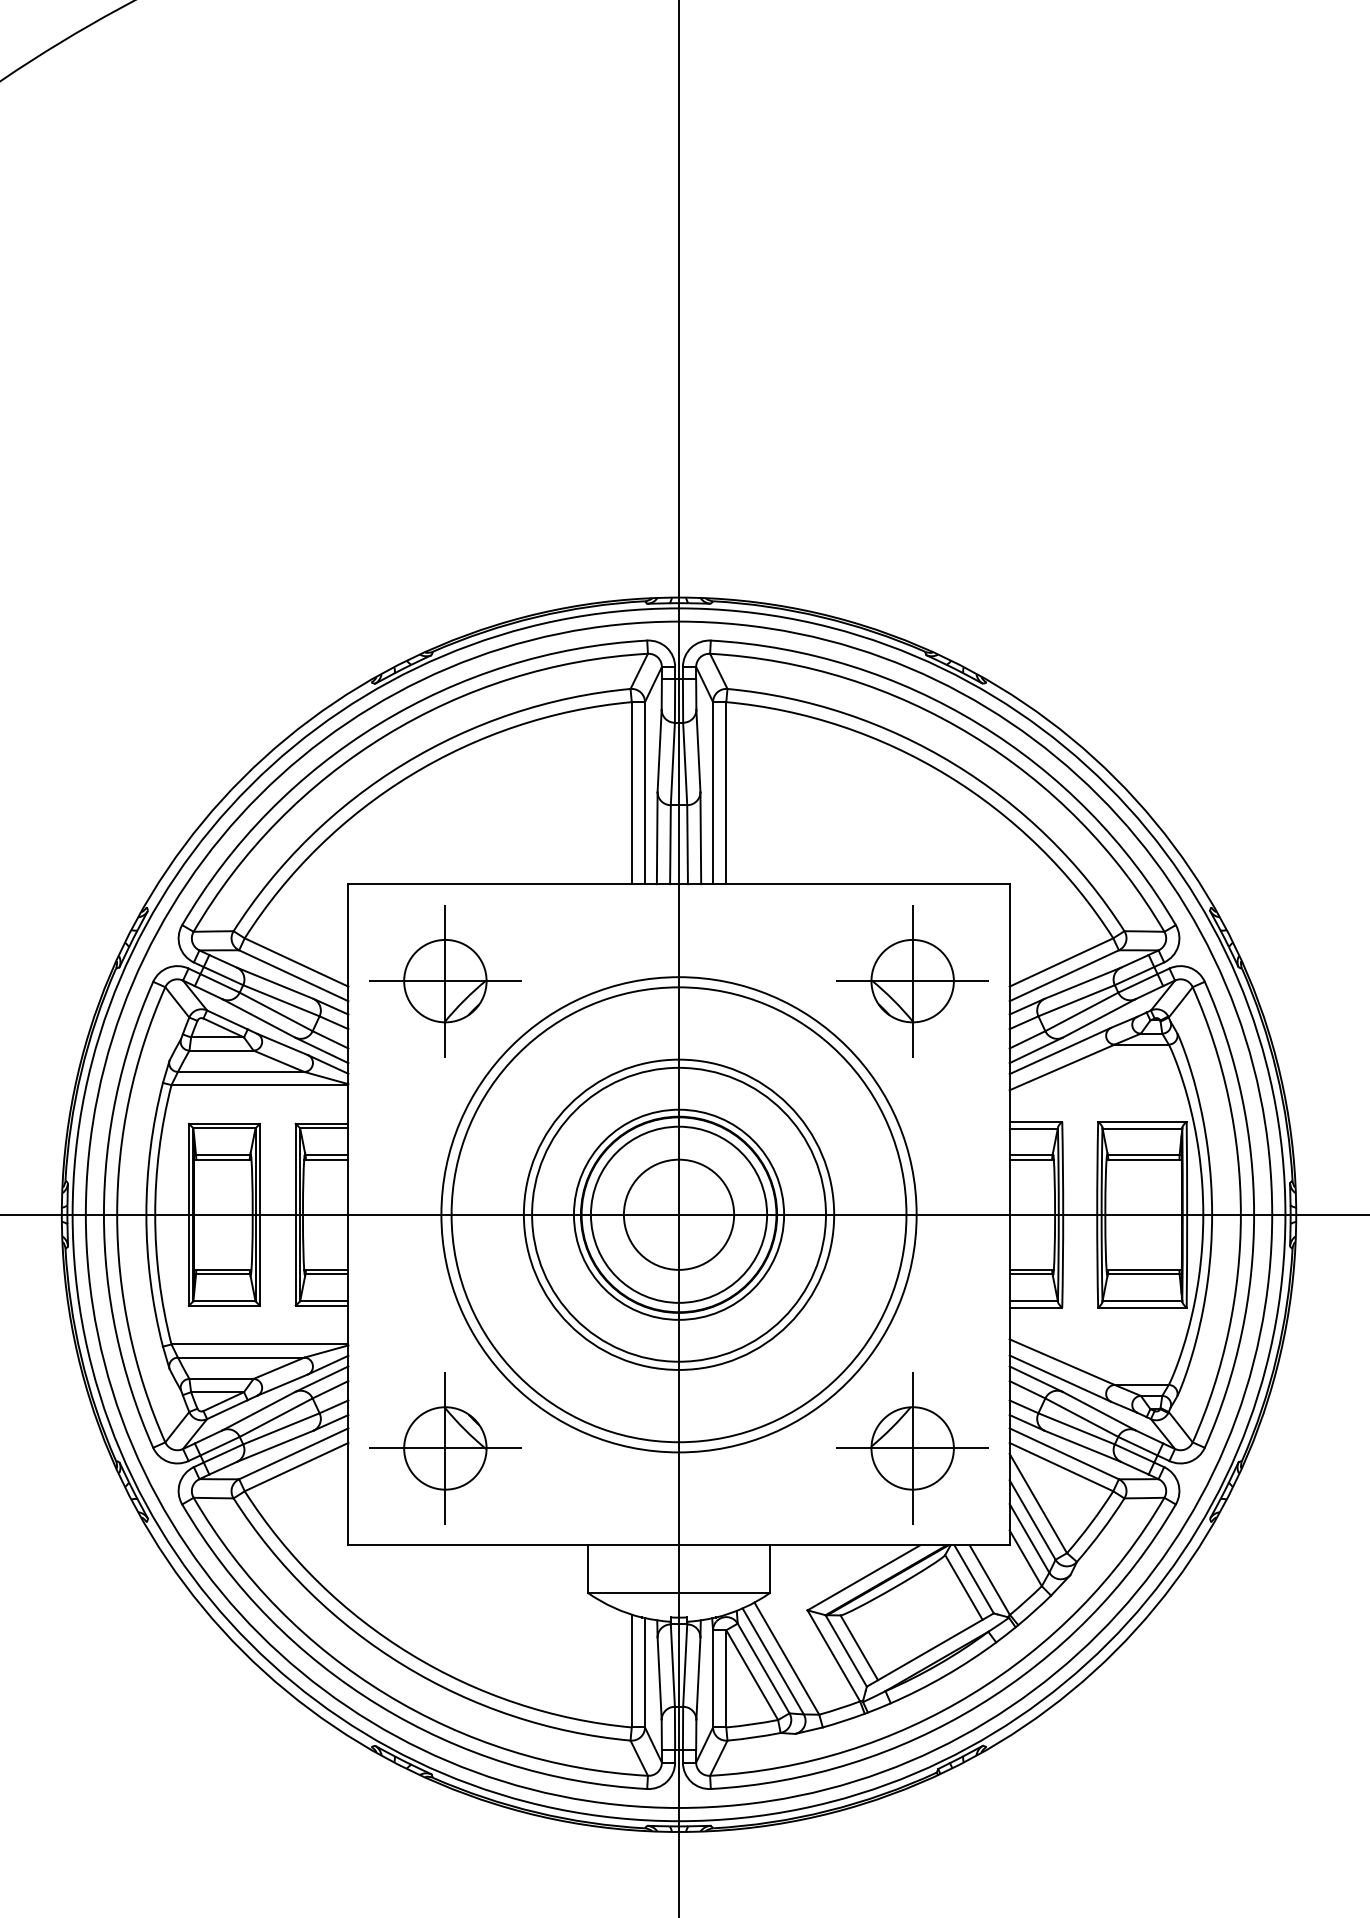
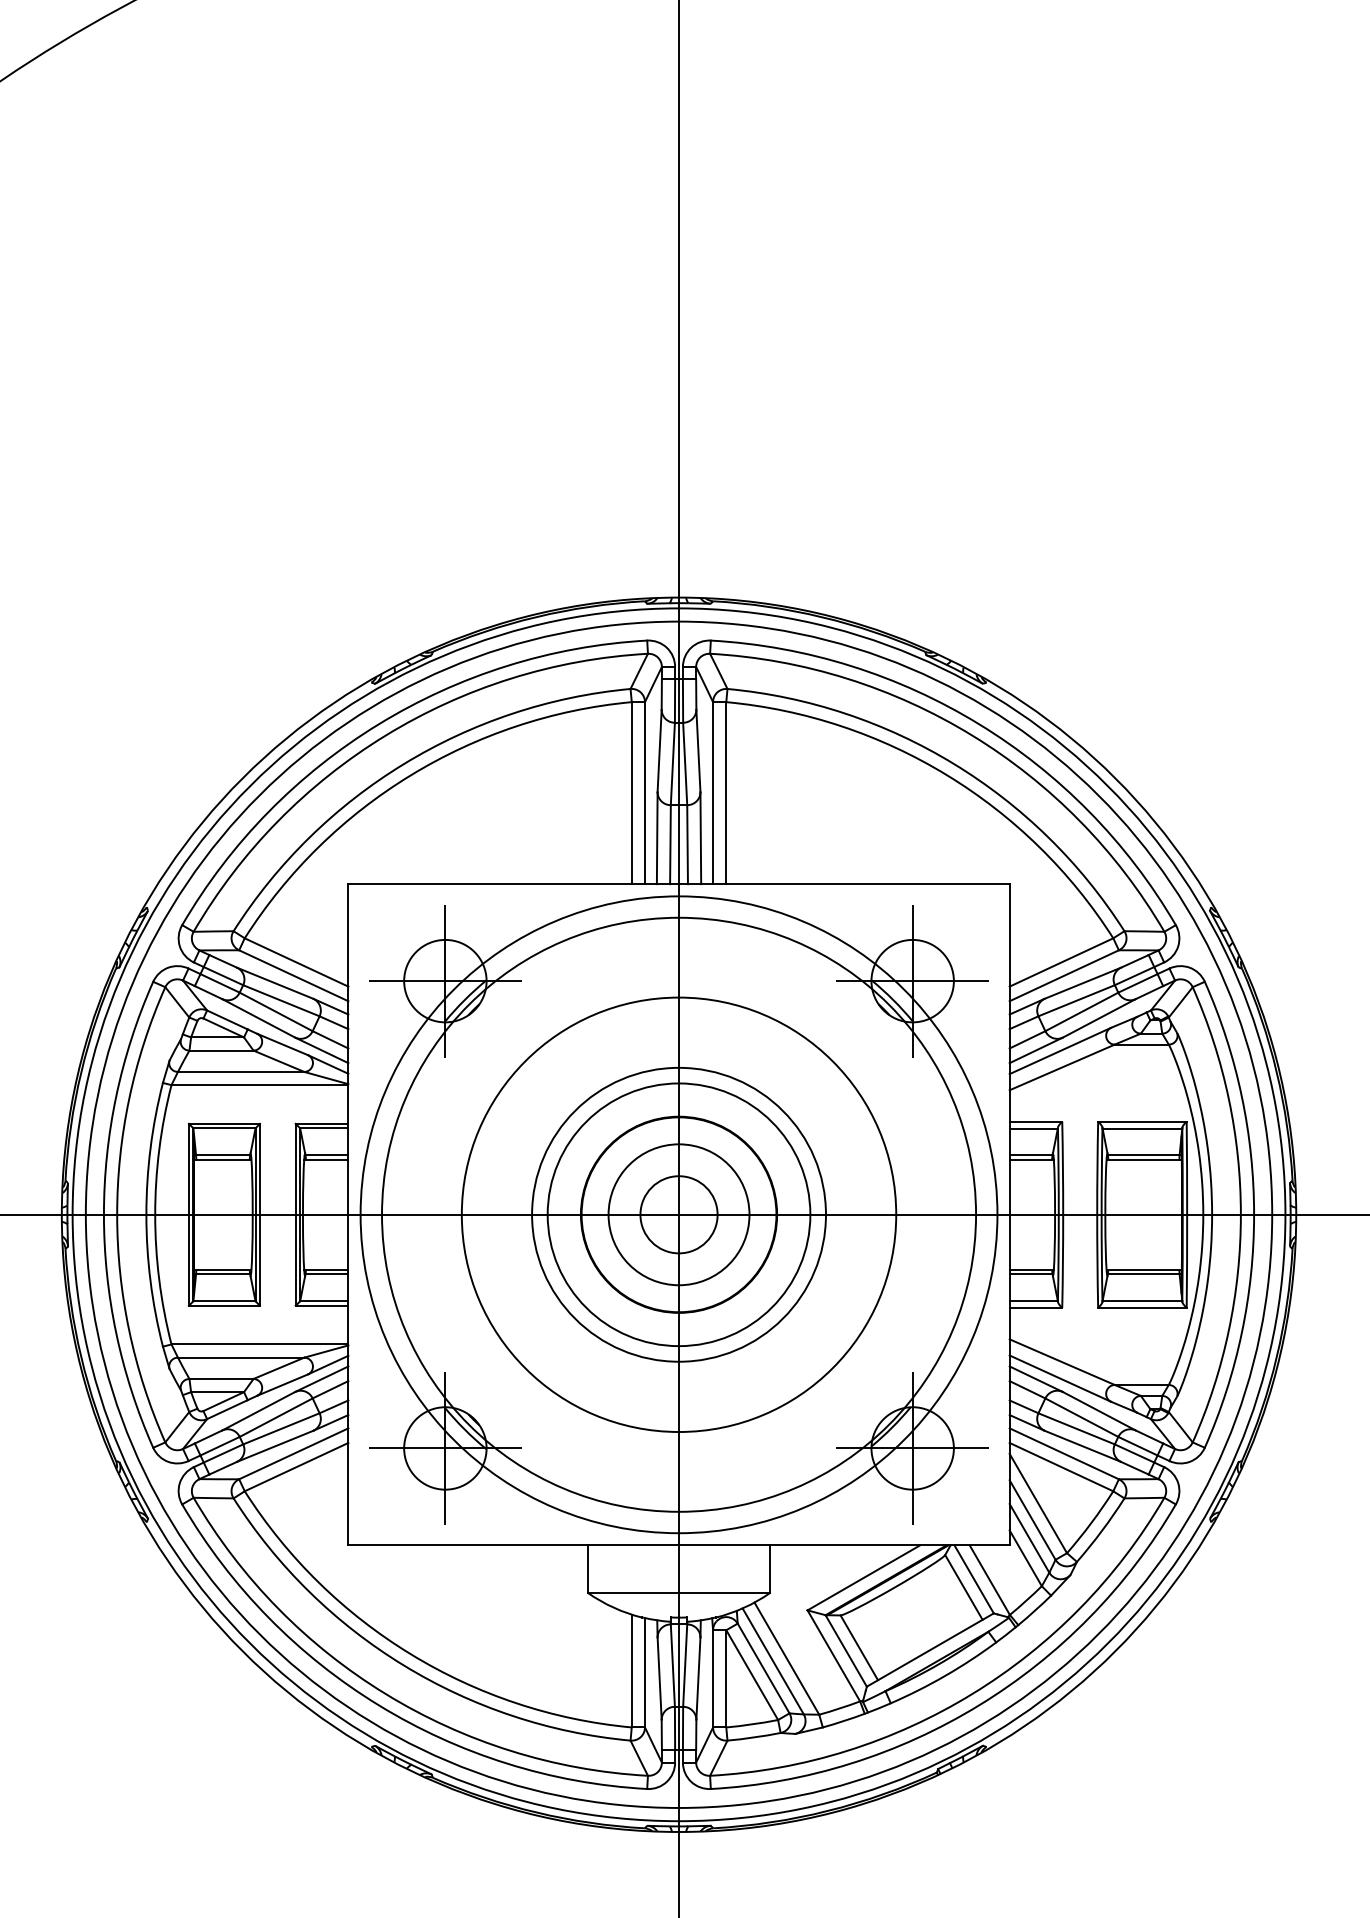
circle at (678, 1214) diameter: 110 px -> 77 px
circle at (678, 1214) diameter: 176 px -> 141 px
circle at (678, 1214) diameter: 210 px -> 263 px
circle at (678, 1214) diameter: 310 px -> 434 px
circle at (678, 1214) diameter: 455 px -> 637 px
circle at (678, 1214) diameter: 475 px -> 594 px
